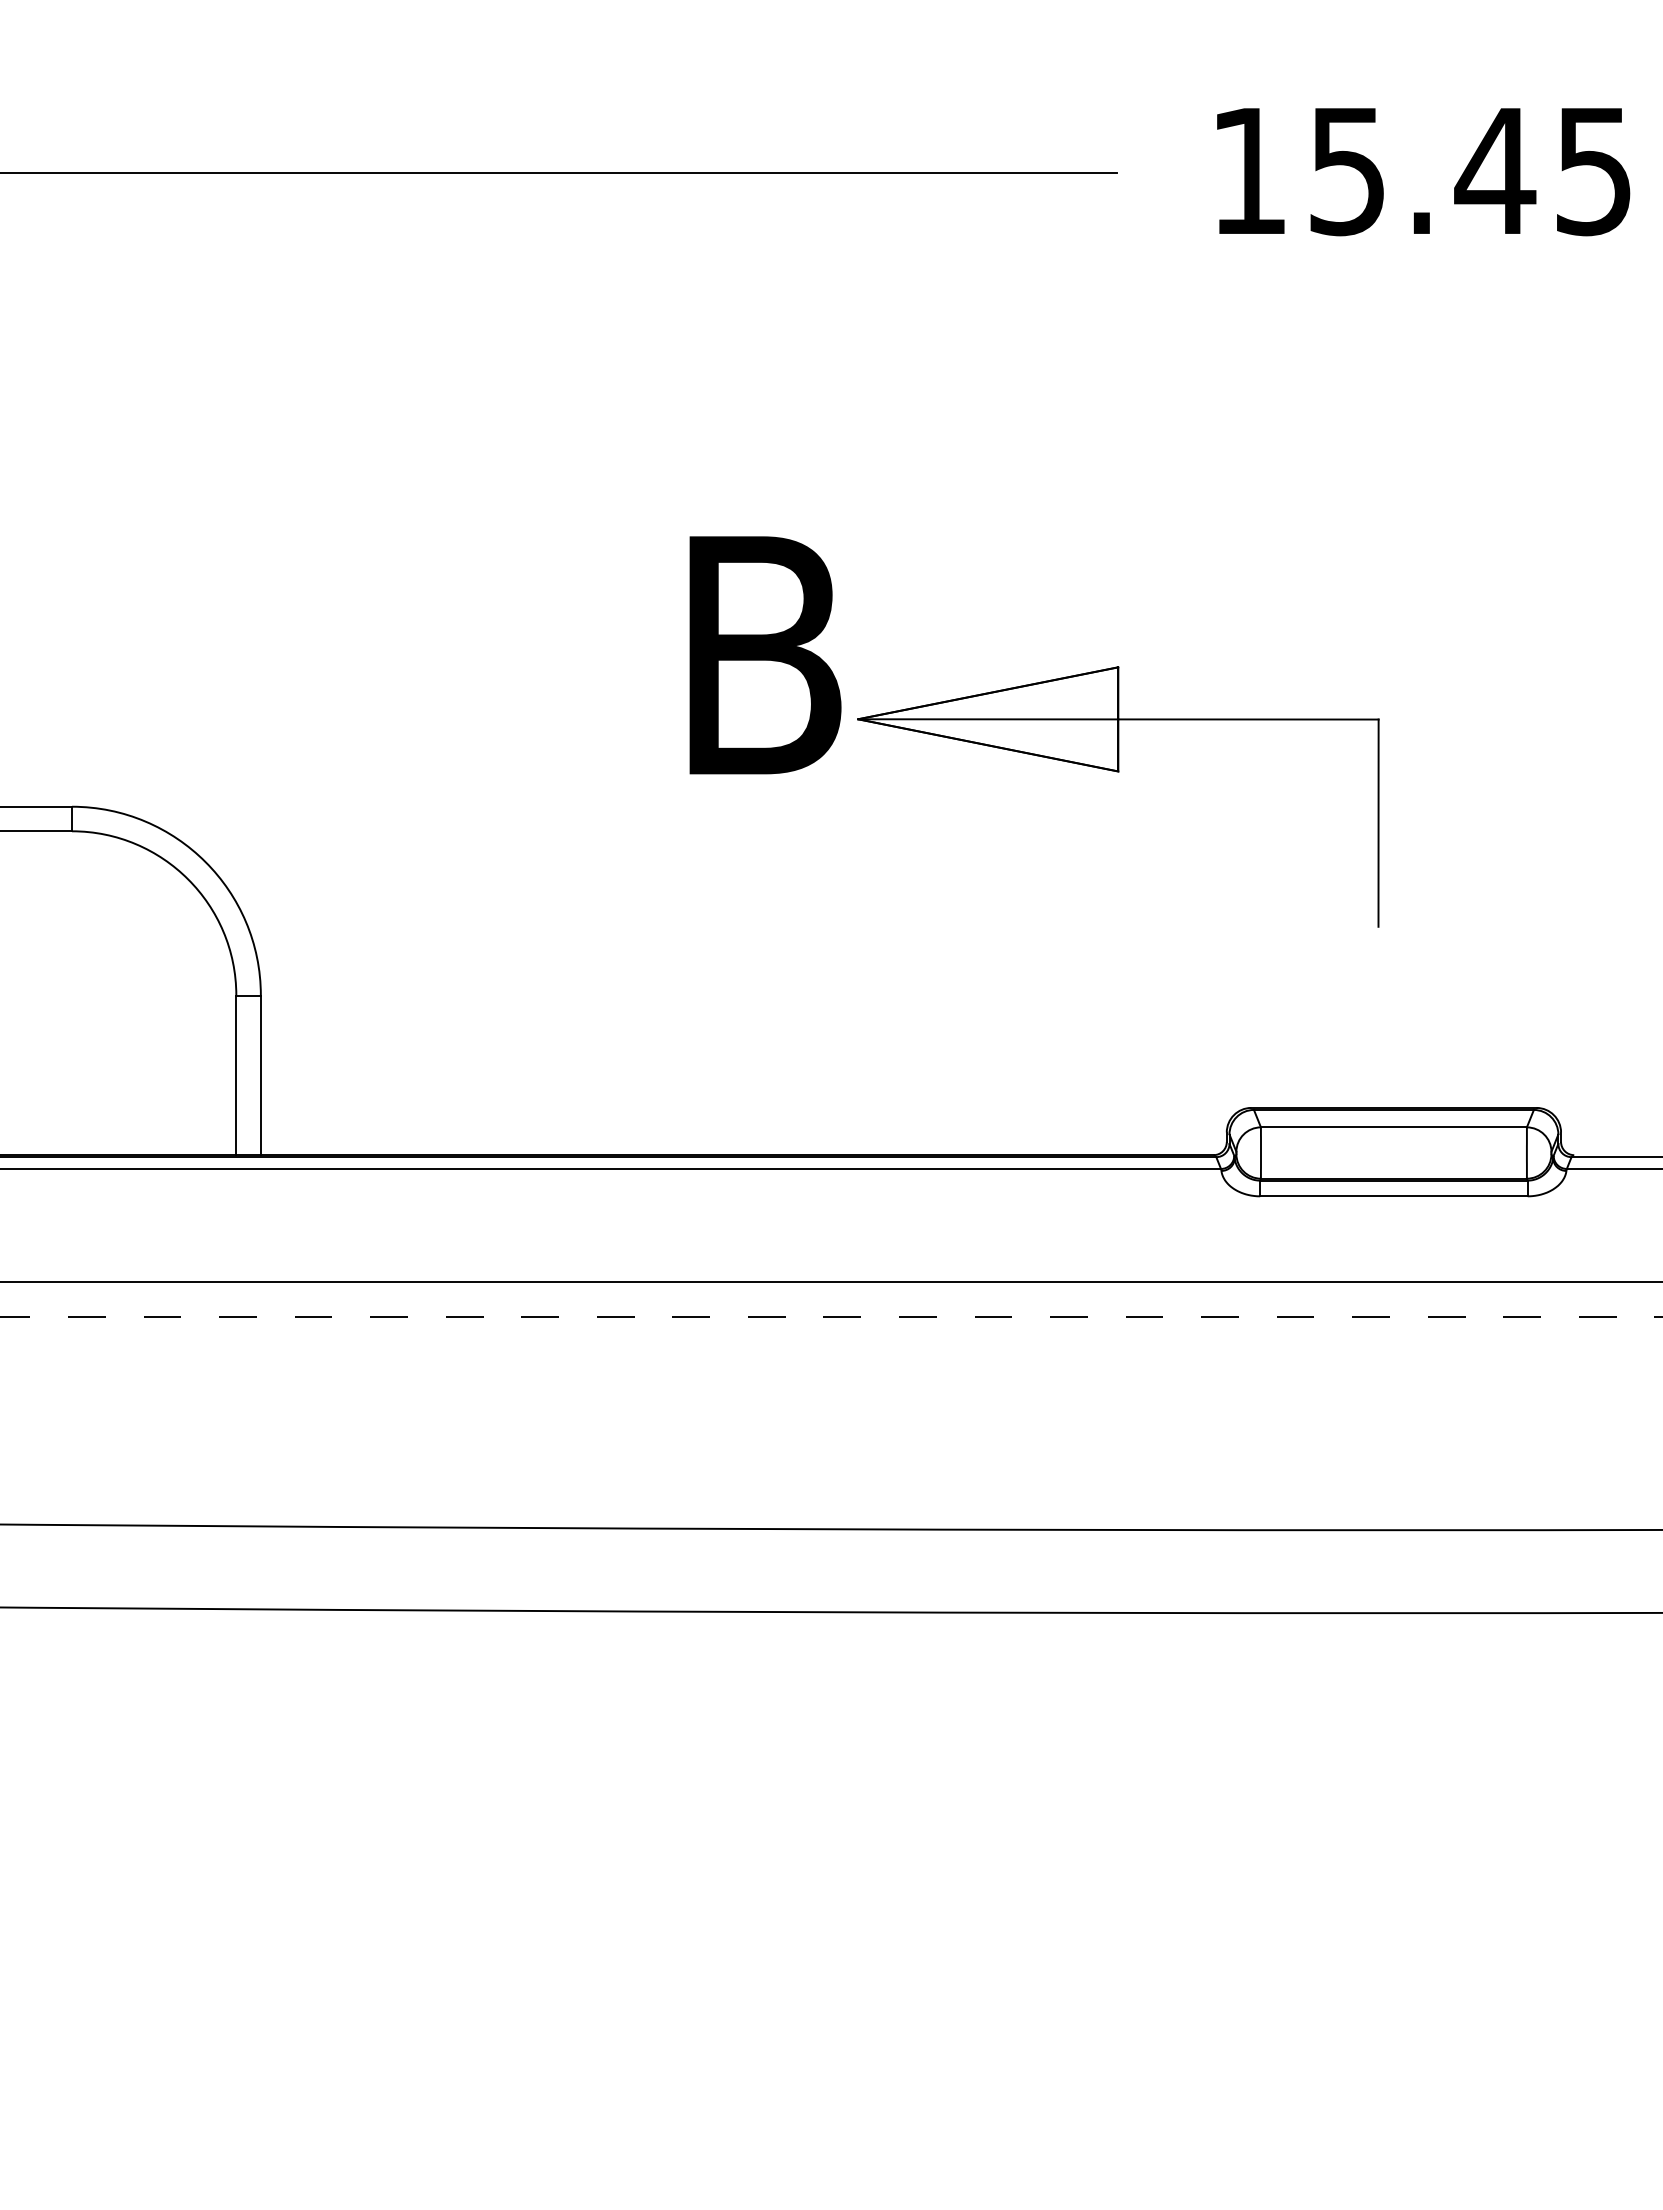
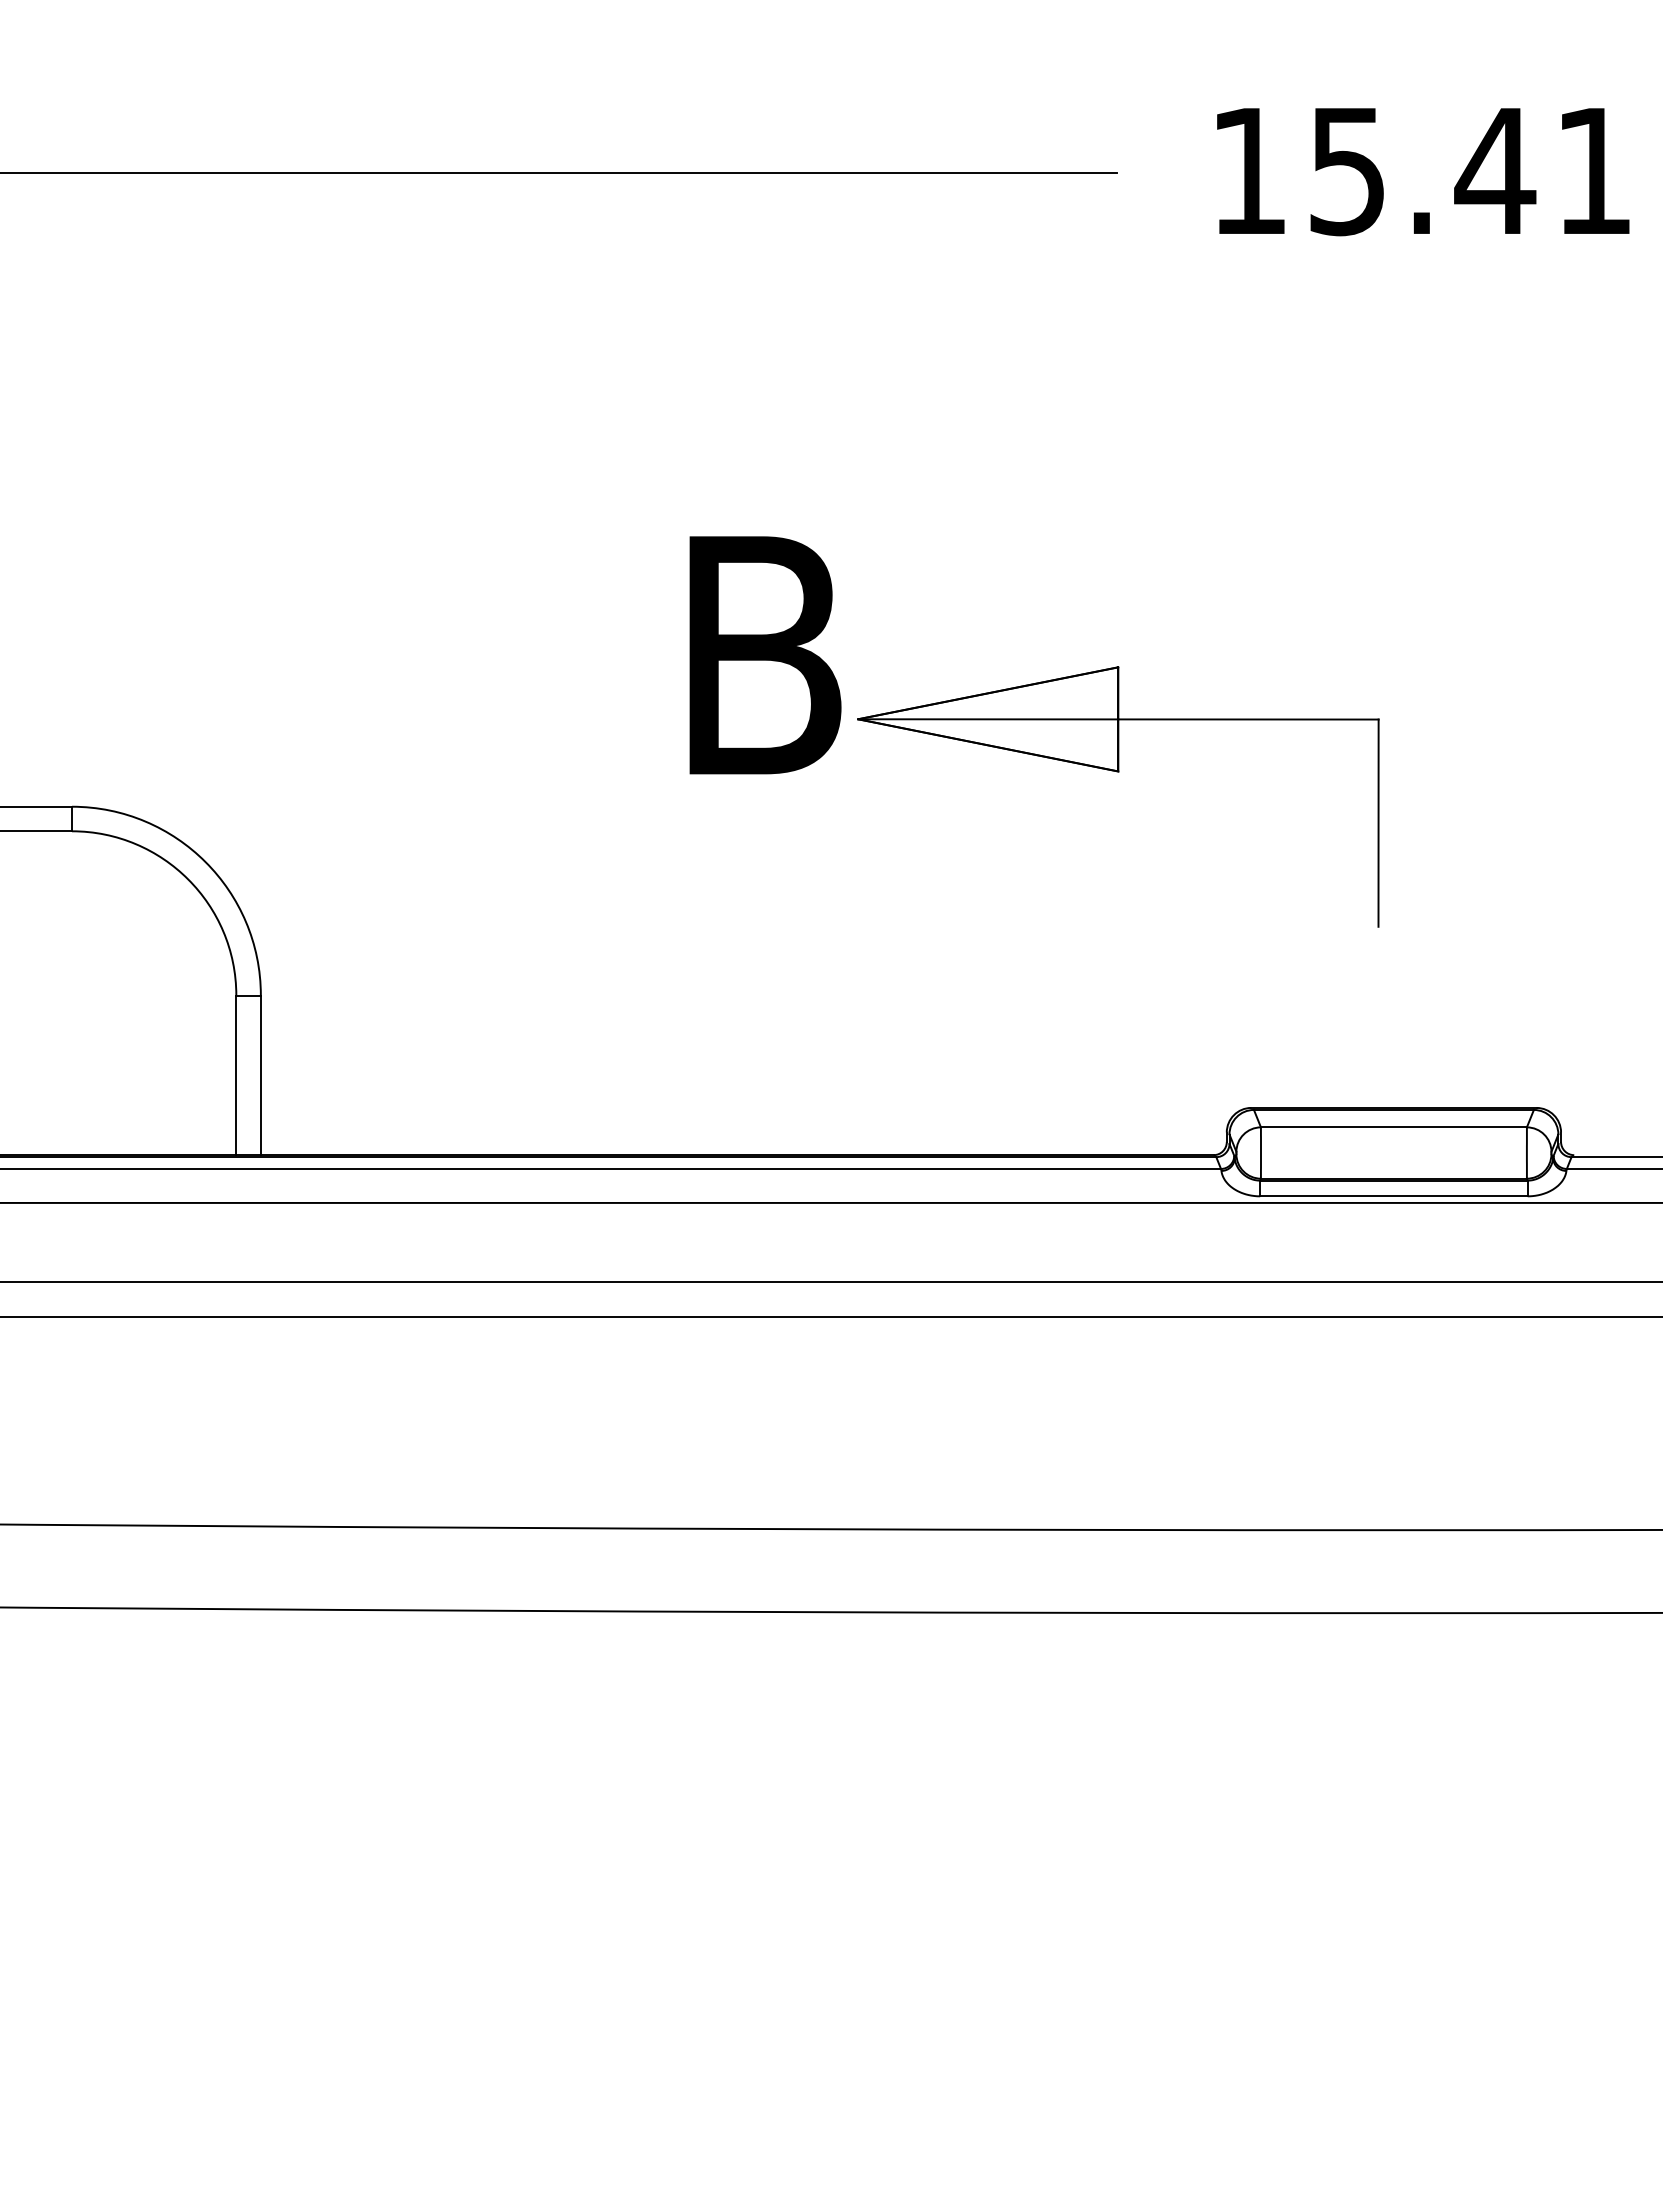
text at (1593, 172): 15.45 -> 15.41
line at (830, 1202): none -> present
line at (831, 1316): dashed -> solid
